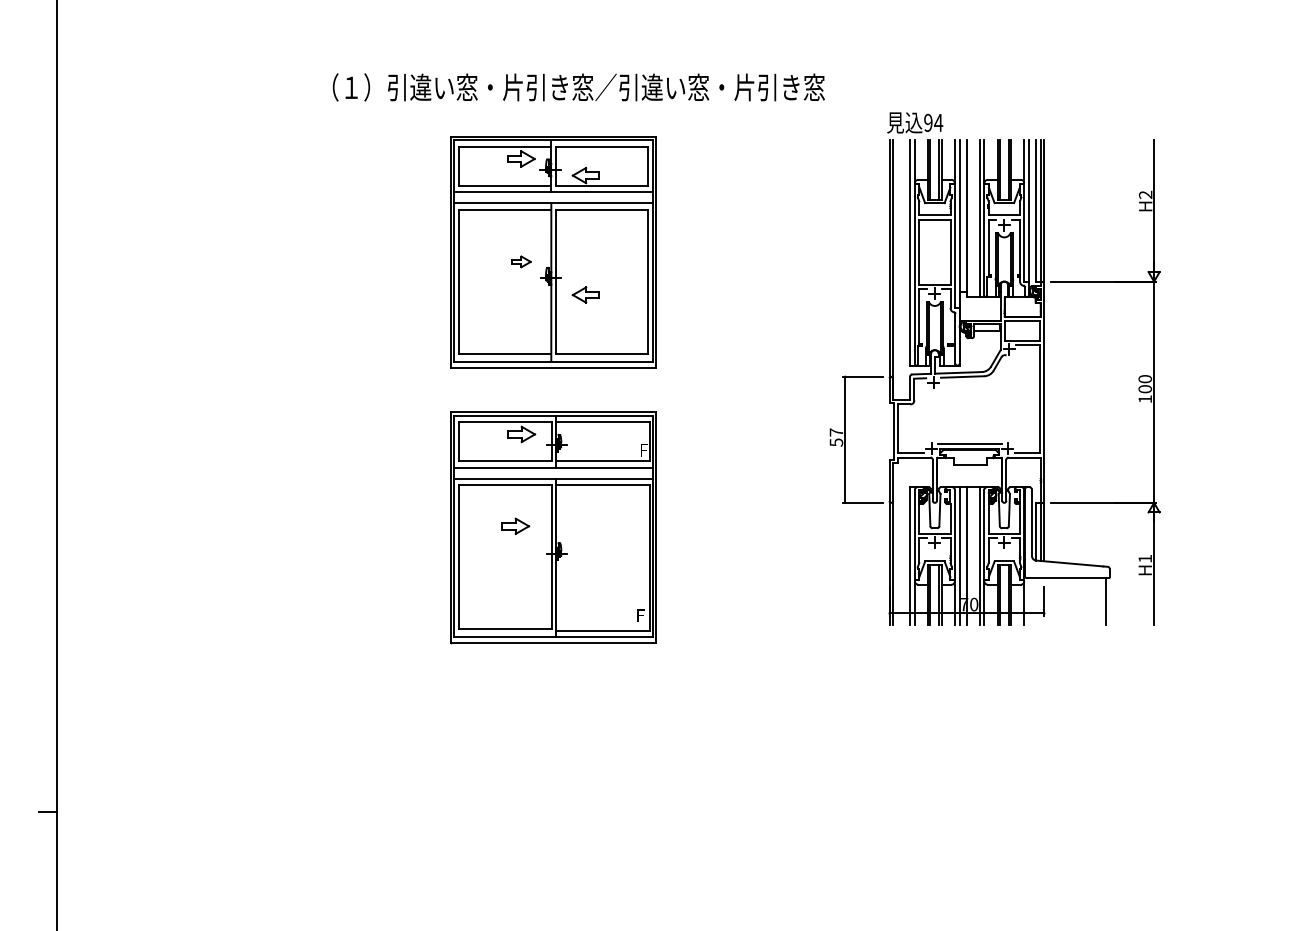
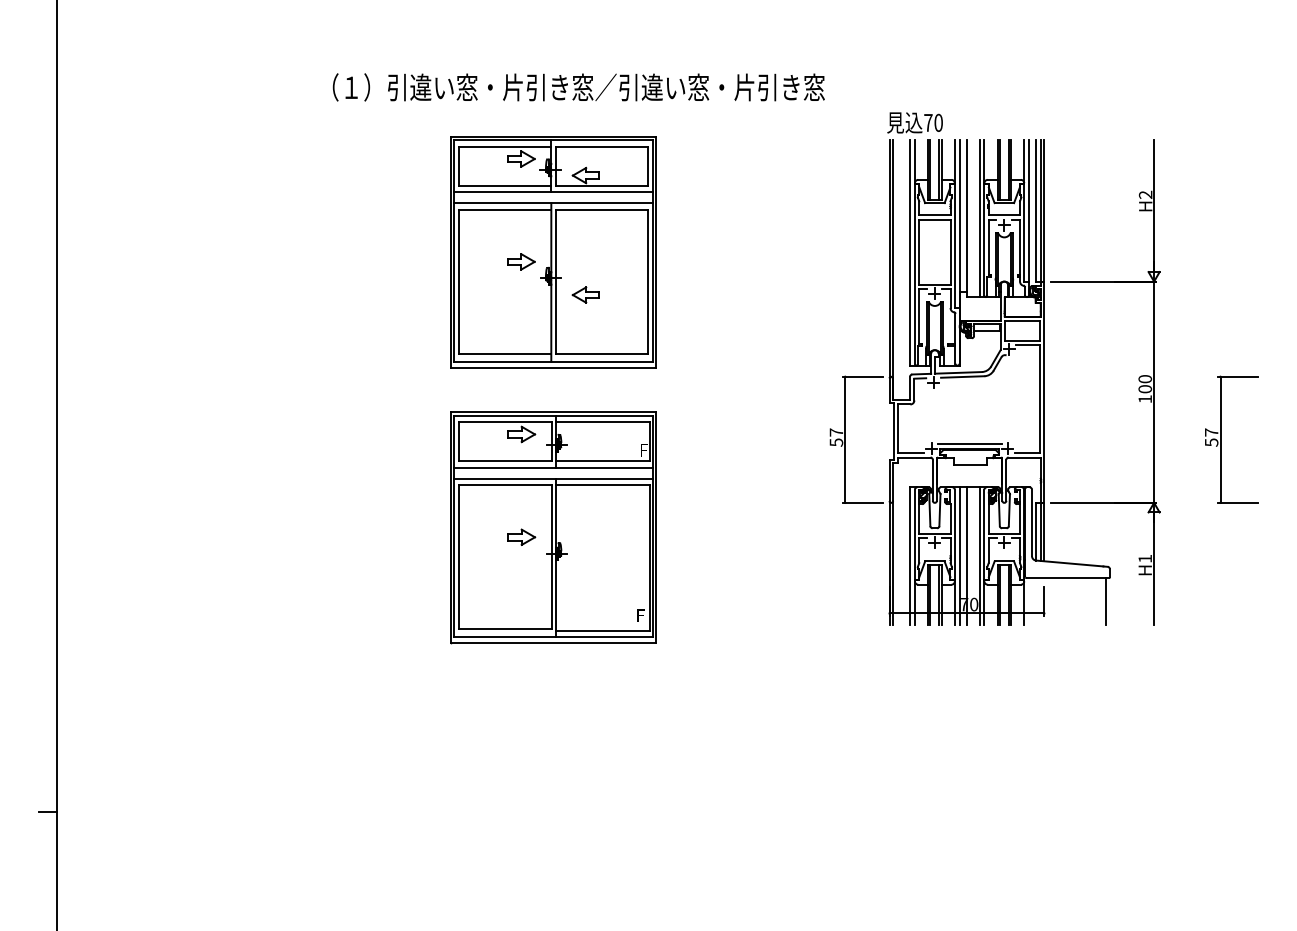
text at (933, 122): 94 -> 70
part at (521, 261) size: 21x14 px -> 29x18 px
part at (1221, 439): none -> present
part at (515, 525) position: (515, 525) -> (521, 536)
